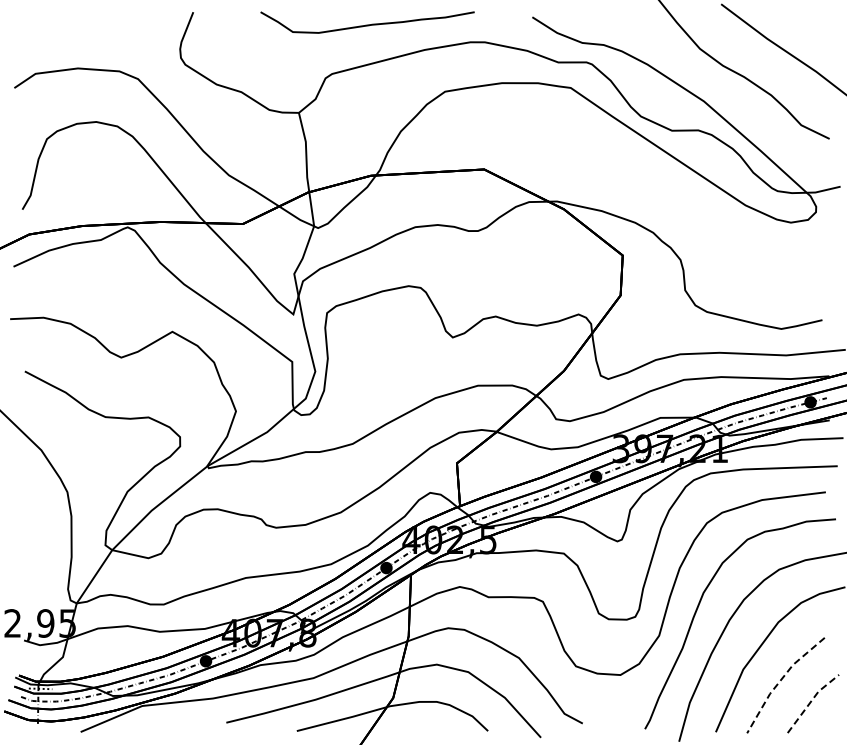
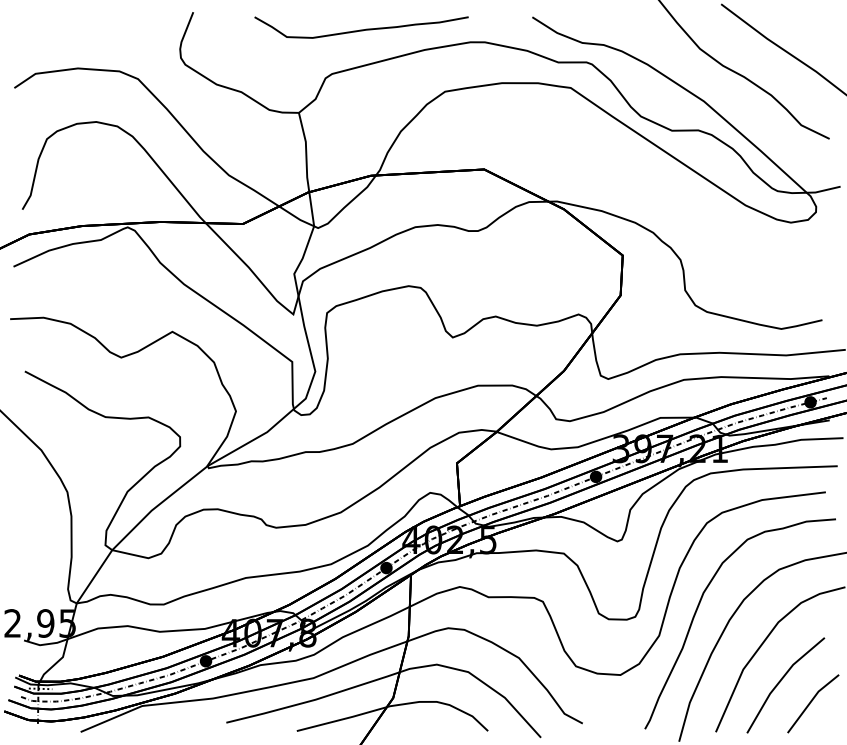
curve at (367, 24) position: (367, 24) -> (361, 29)
line at (780, 680): dashed -> solid
line at (811, 701): dashed -> solid
